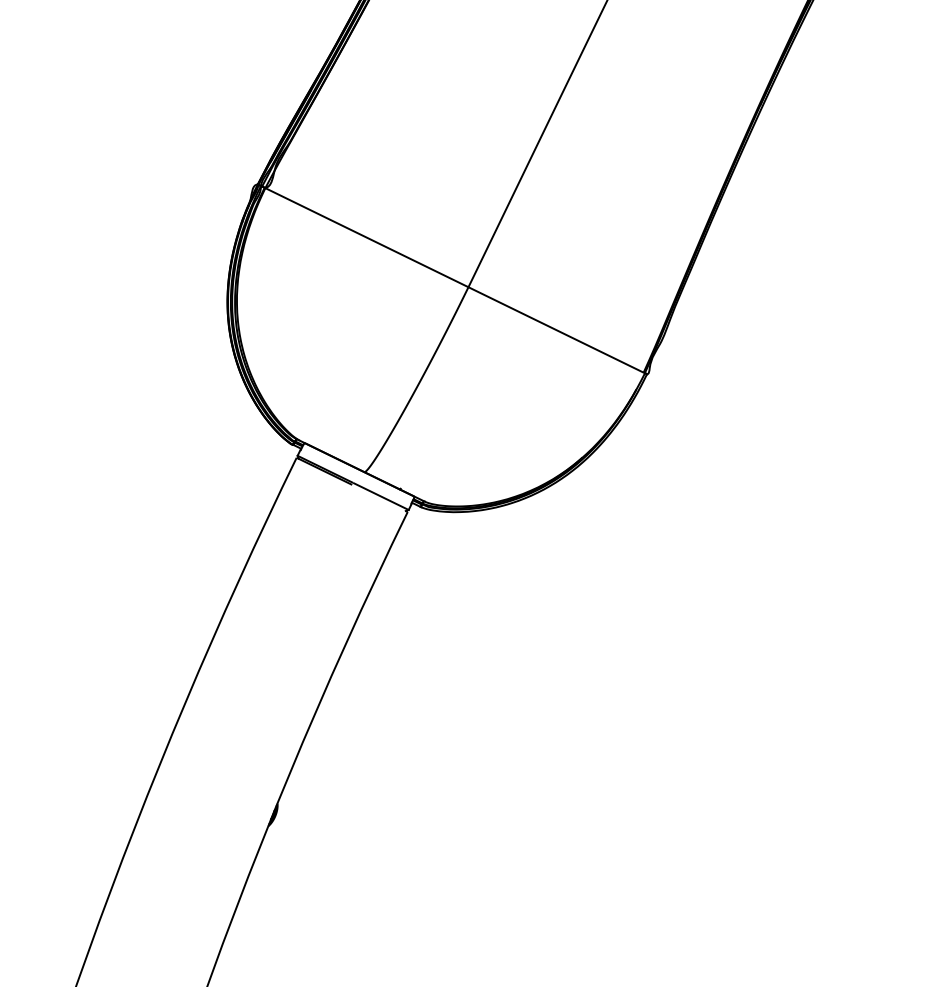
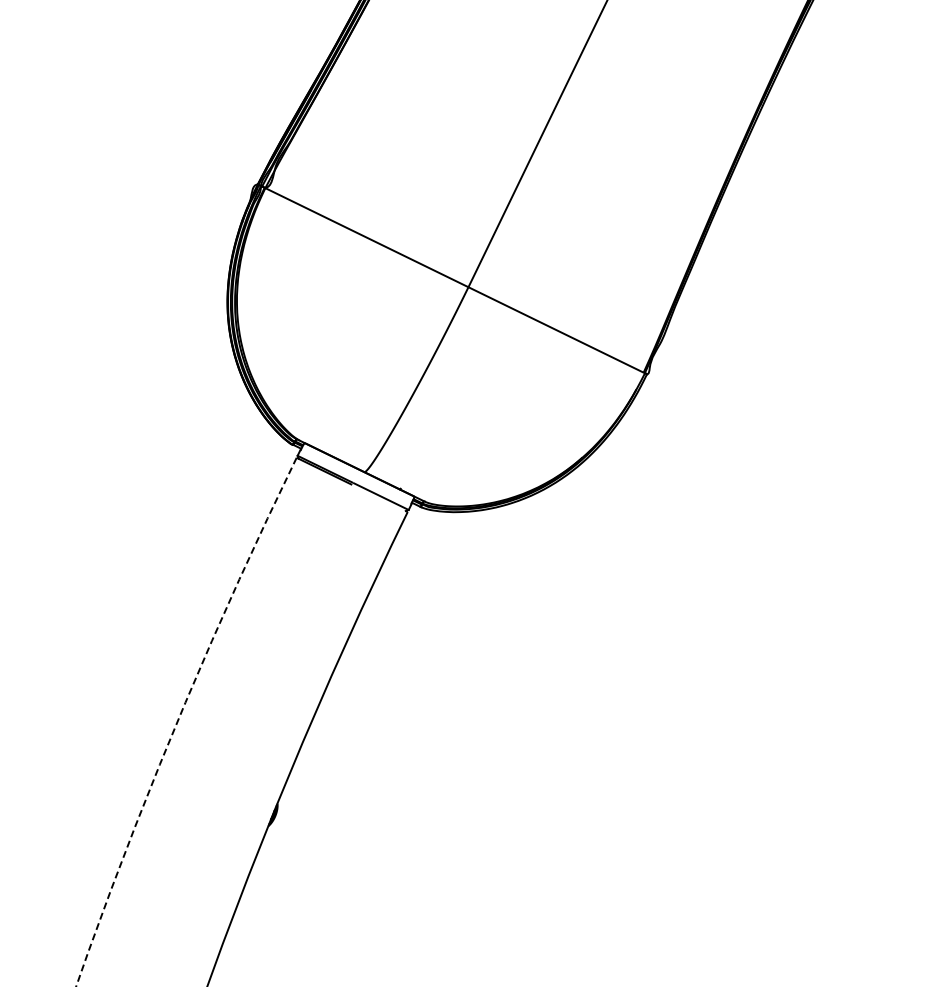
arc at (178, 719): solid -> dashed
